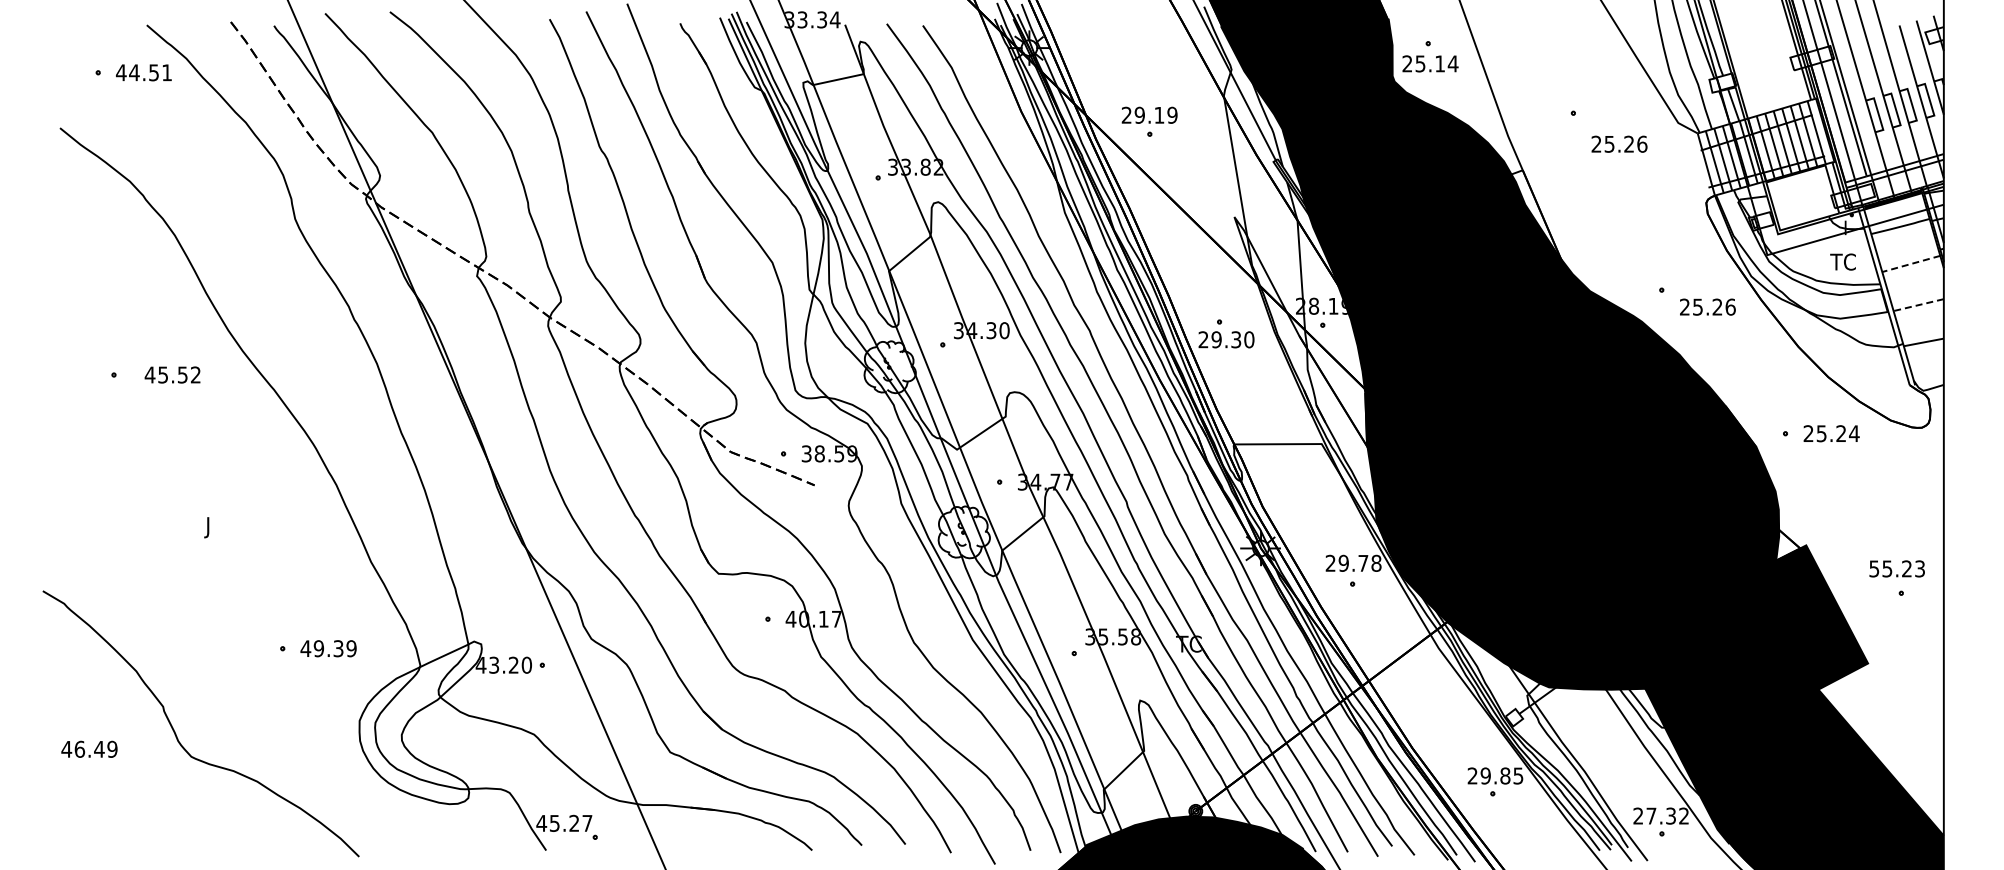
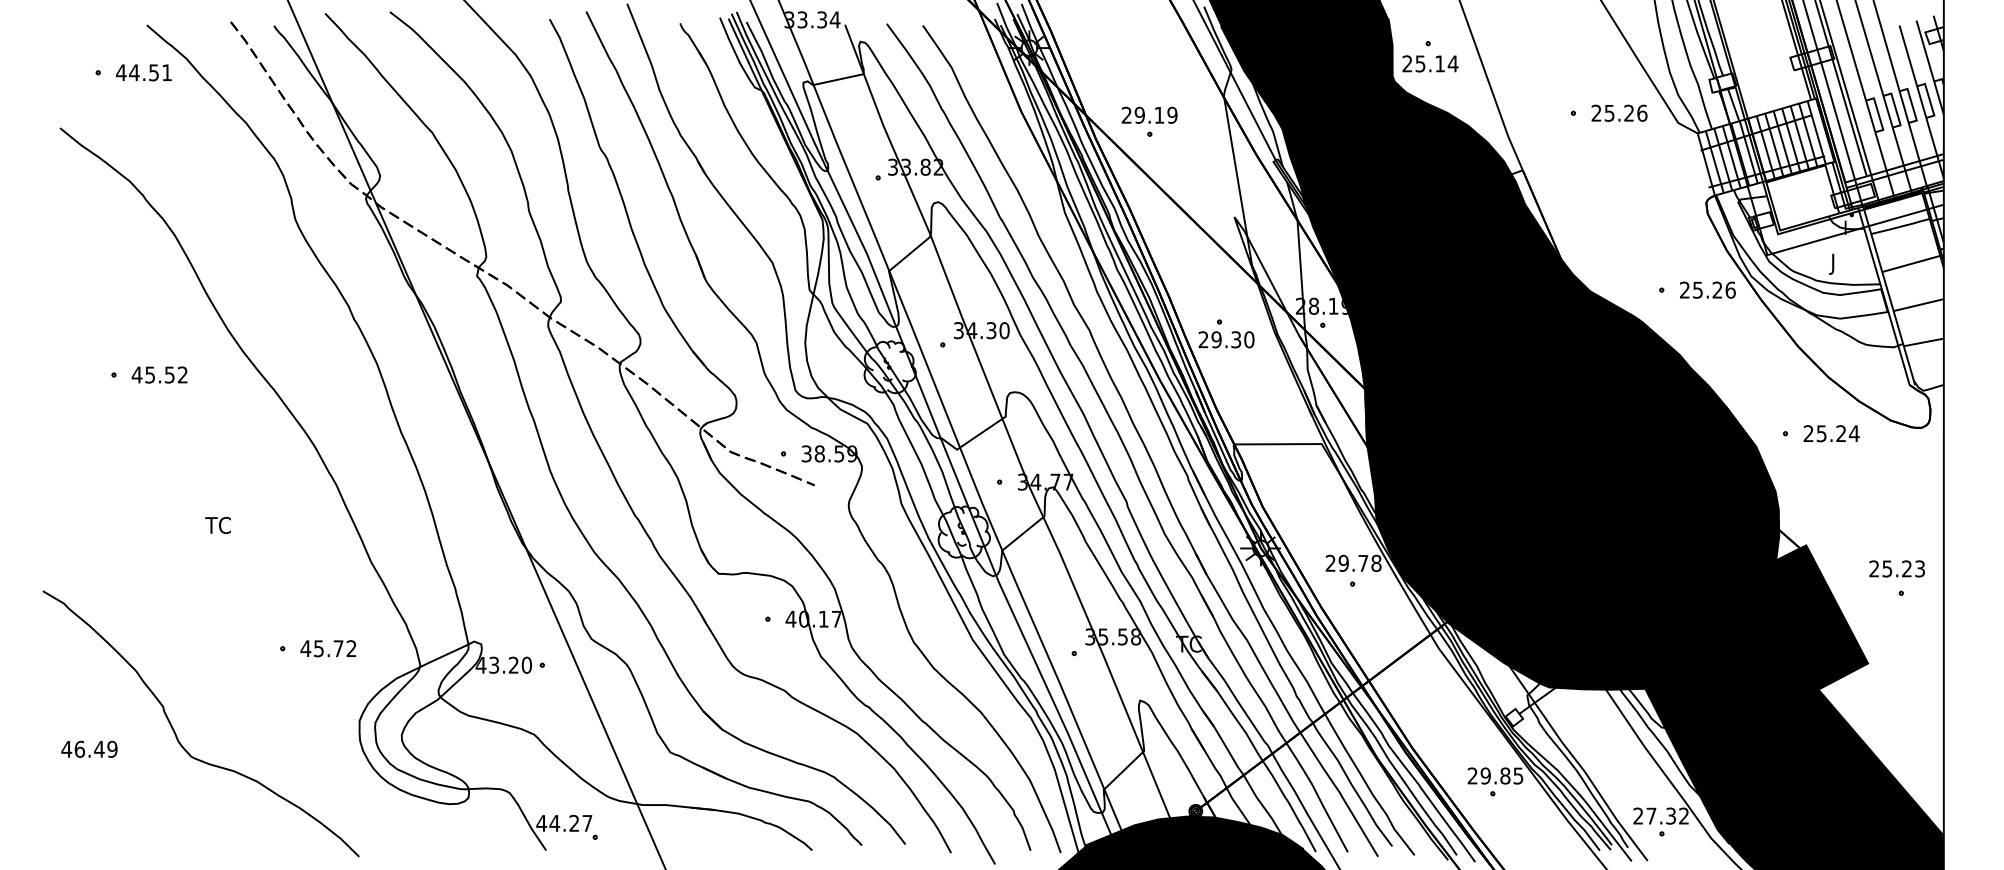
text at (1619, 143) position: (1619, 143) -> (1619, 112)
text at (1842, 263): TC -> J
line at (1910, 264): dashed -> solid
line at (1917, 305): dashed -> solid
text at (1707, 306) position: (1707, 306) -> (1707, 289)
text at (172, 374) position: (172, 374) -> (159, 374)
text at (217, 527): J -> TC
text at (1874, 568): 55.23 -> 25.23
text at (334, 648): 49.39 -> 45.72
text at (554, 823): 45.27 -> 44.27
